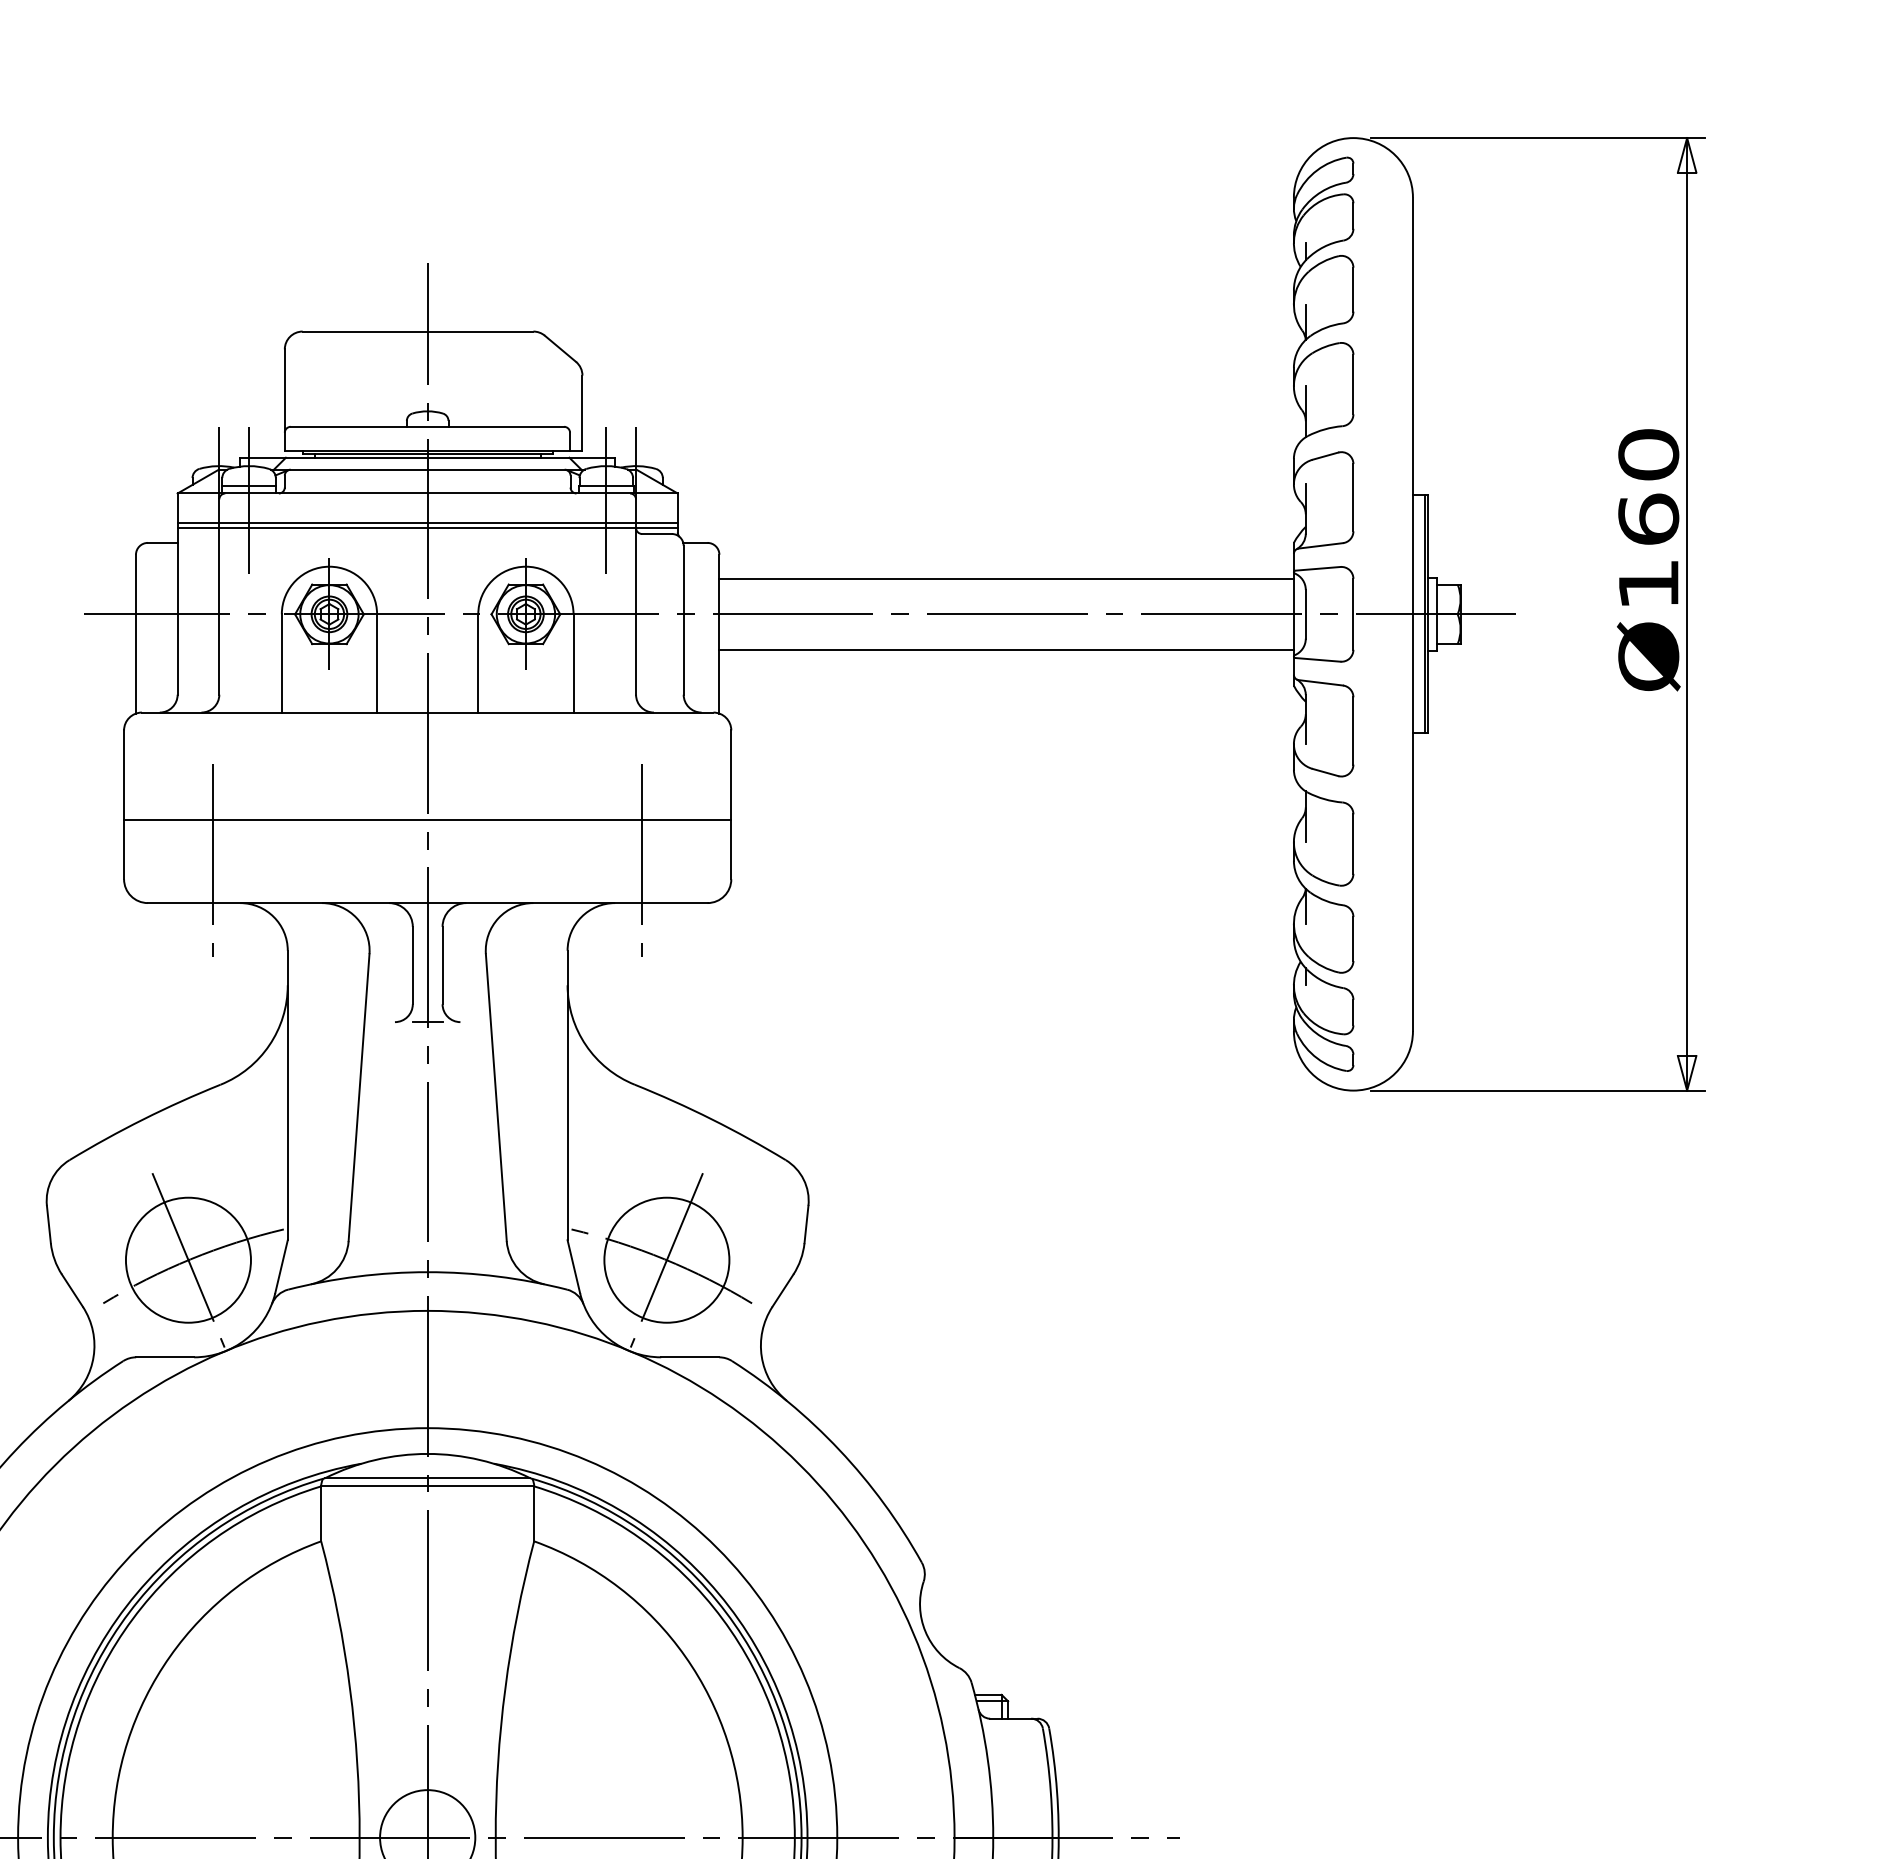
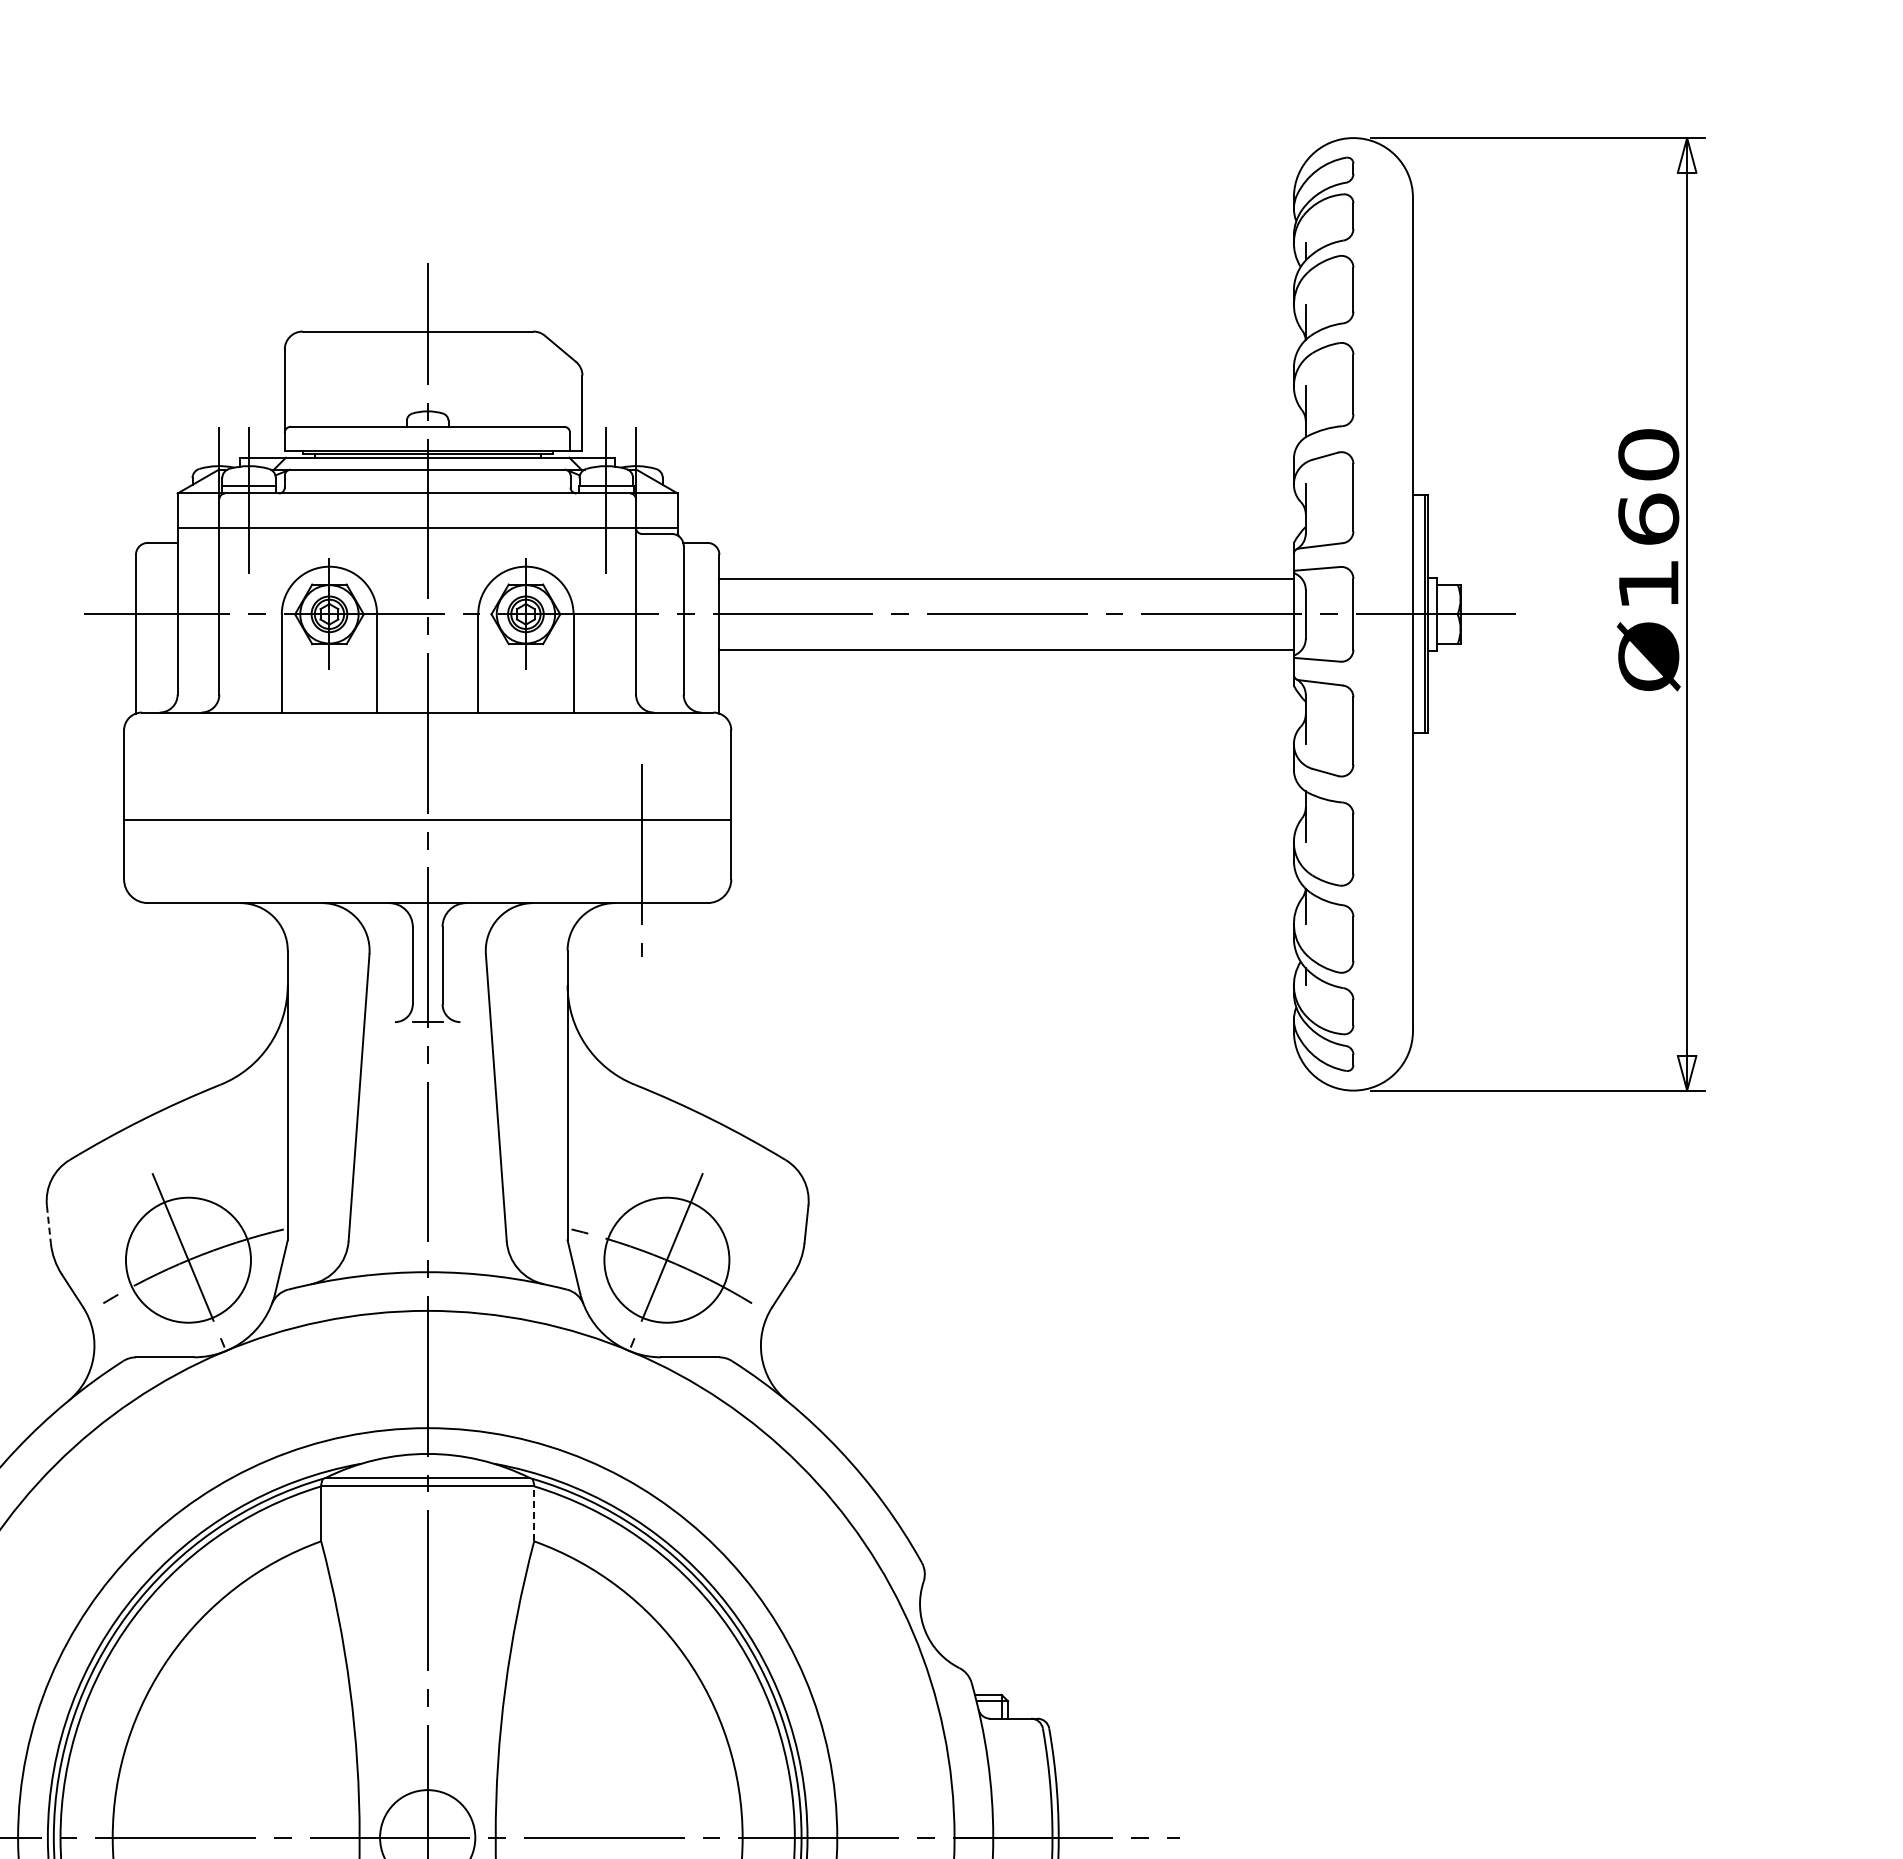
line at (427, 523): present -> none
line at (213, 860): present -> none
line at (48, 1224): solid -> dashed
line at (534, 1513): solid -> dashed
